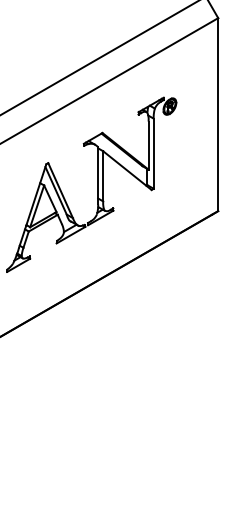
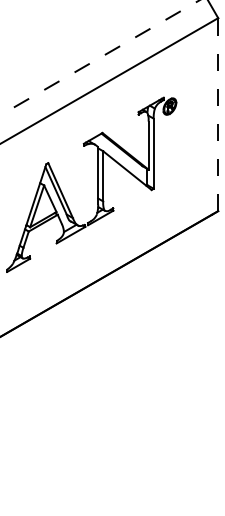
line at (100, 57): solid -> dashed
line at (218, 114): solid -> dashed
